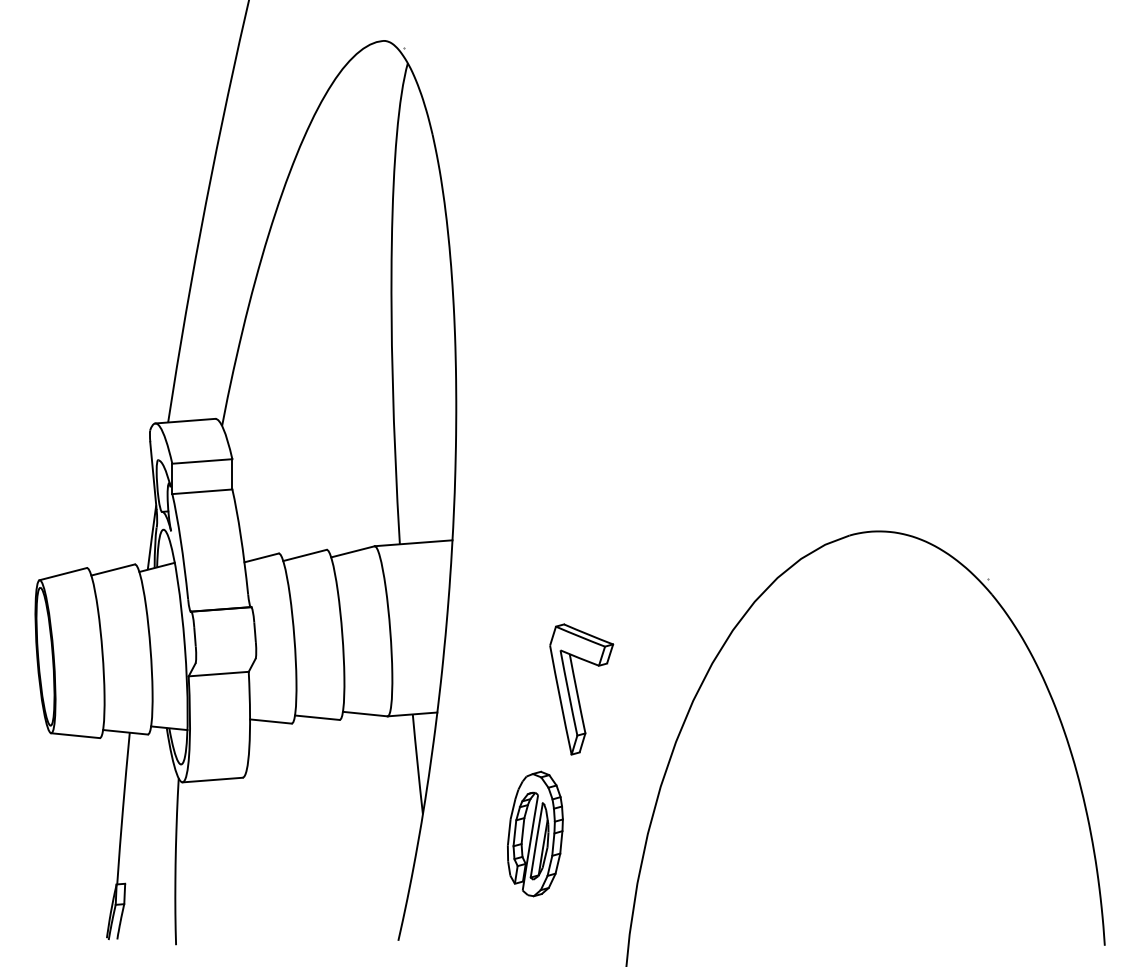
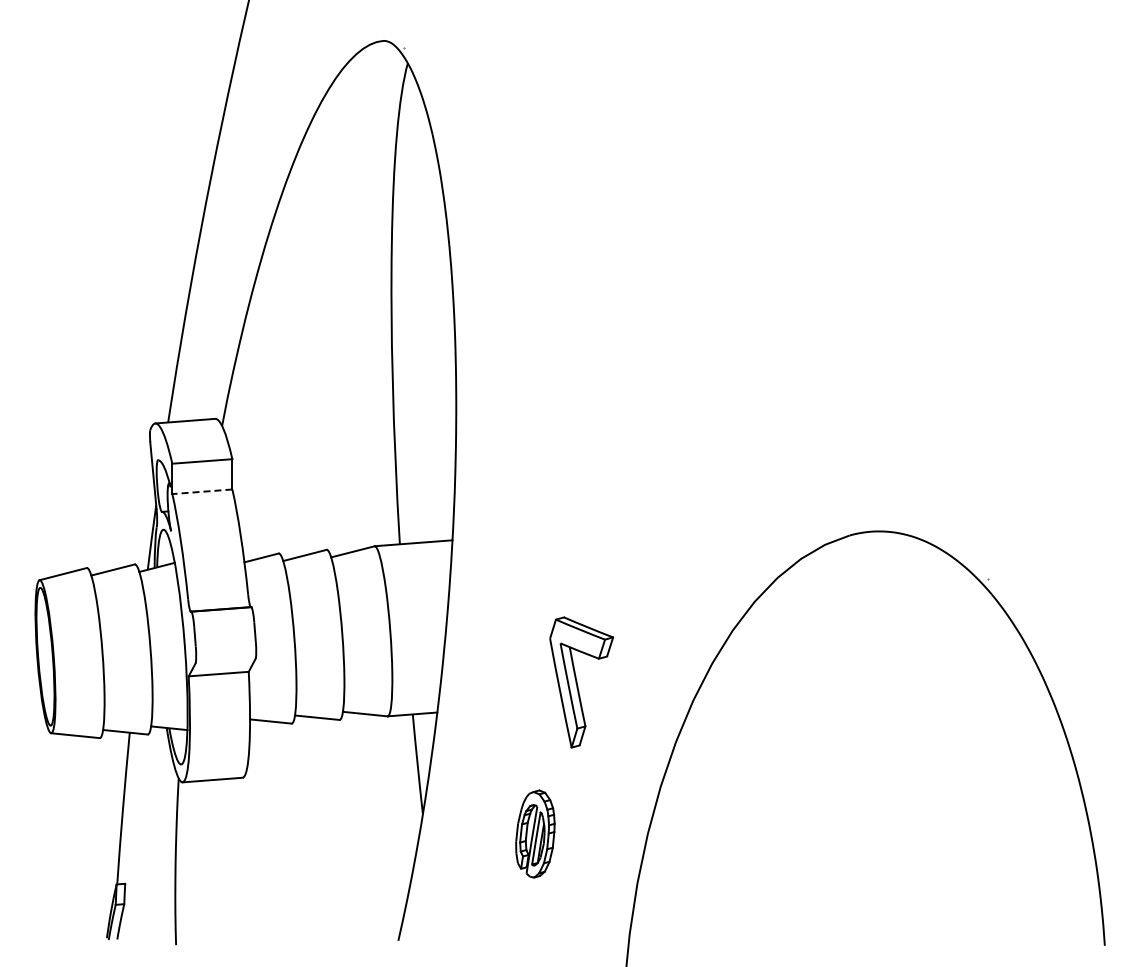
line at (201, 491): solid -> dashed
part at (581, 689) position: (581, 689) -> (581, 682)
part at (535, 833) size: 57x128 px -> 41x90 px
